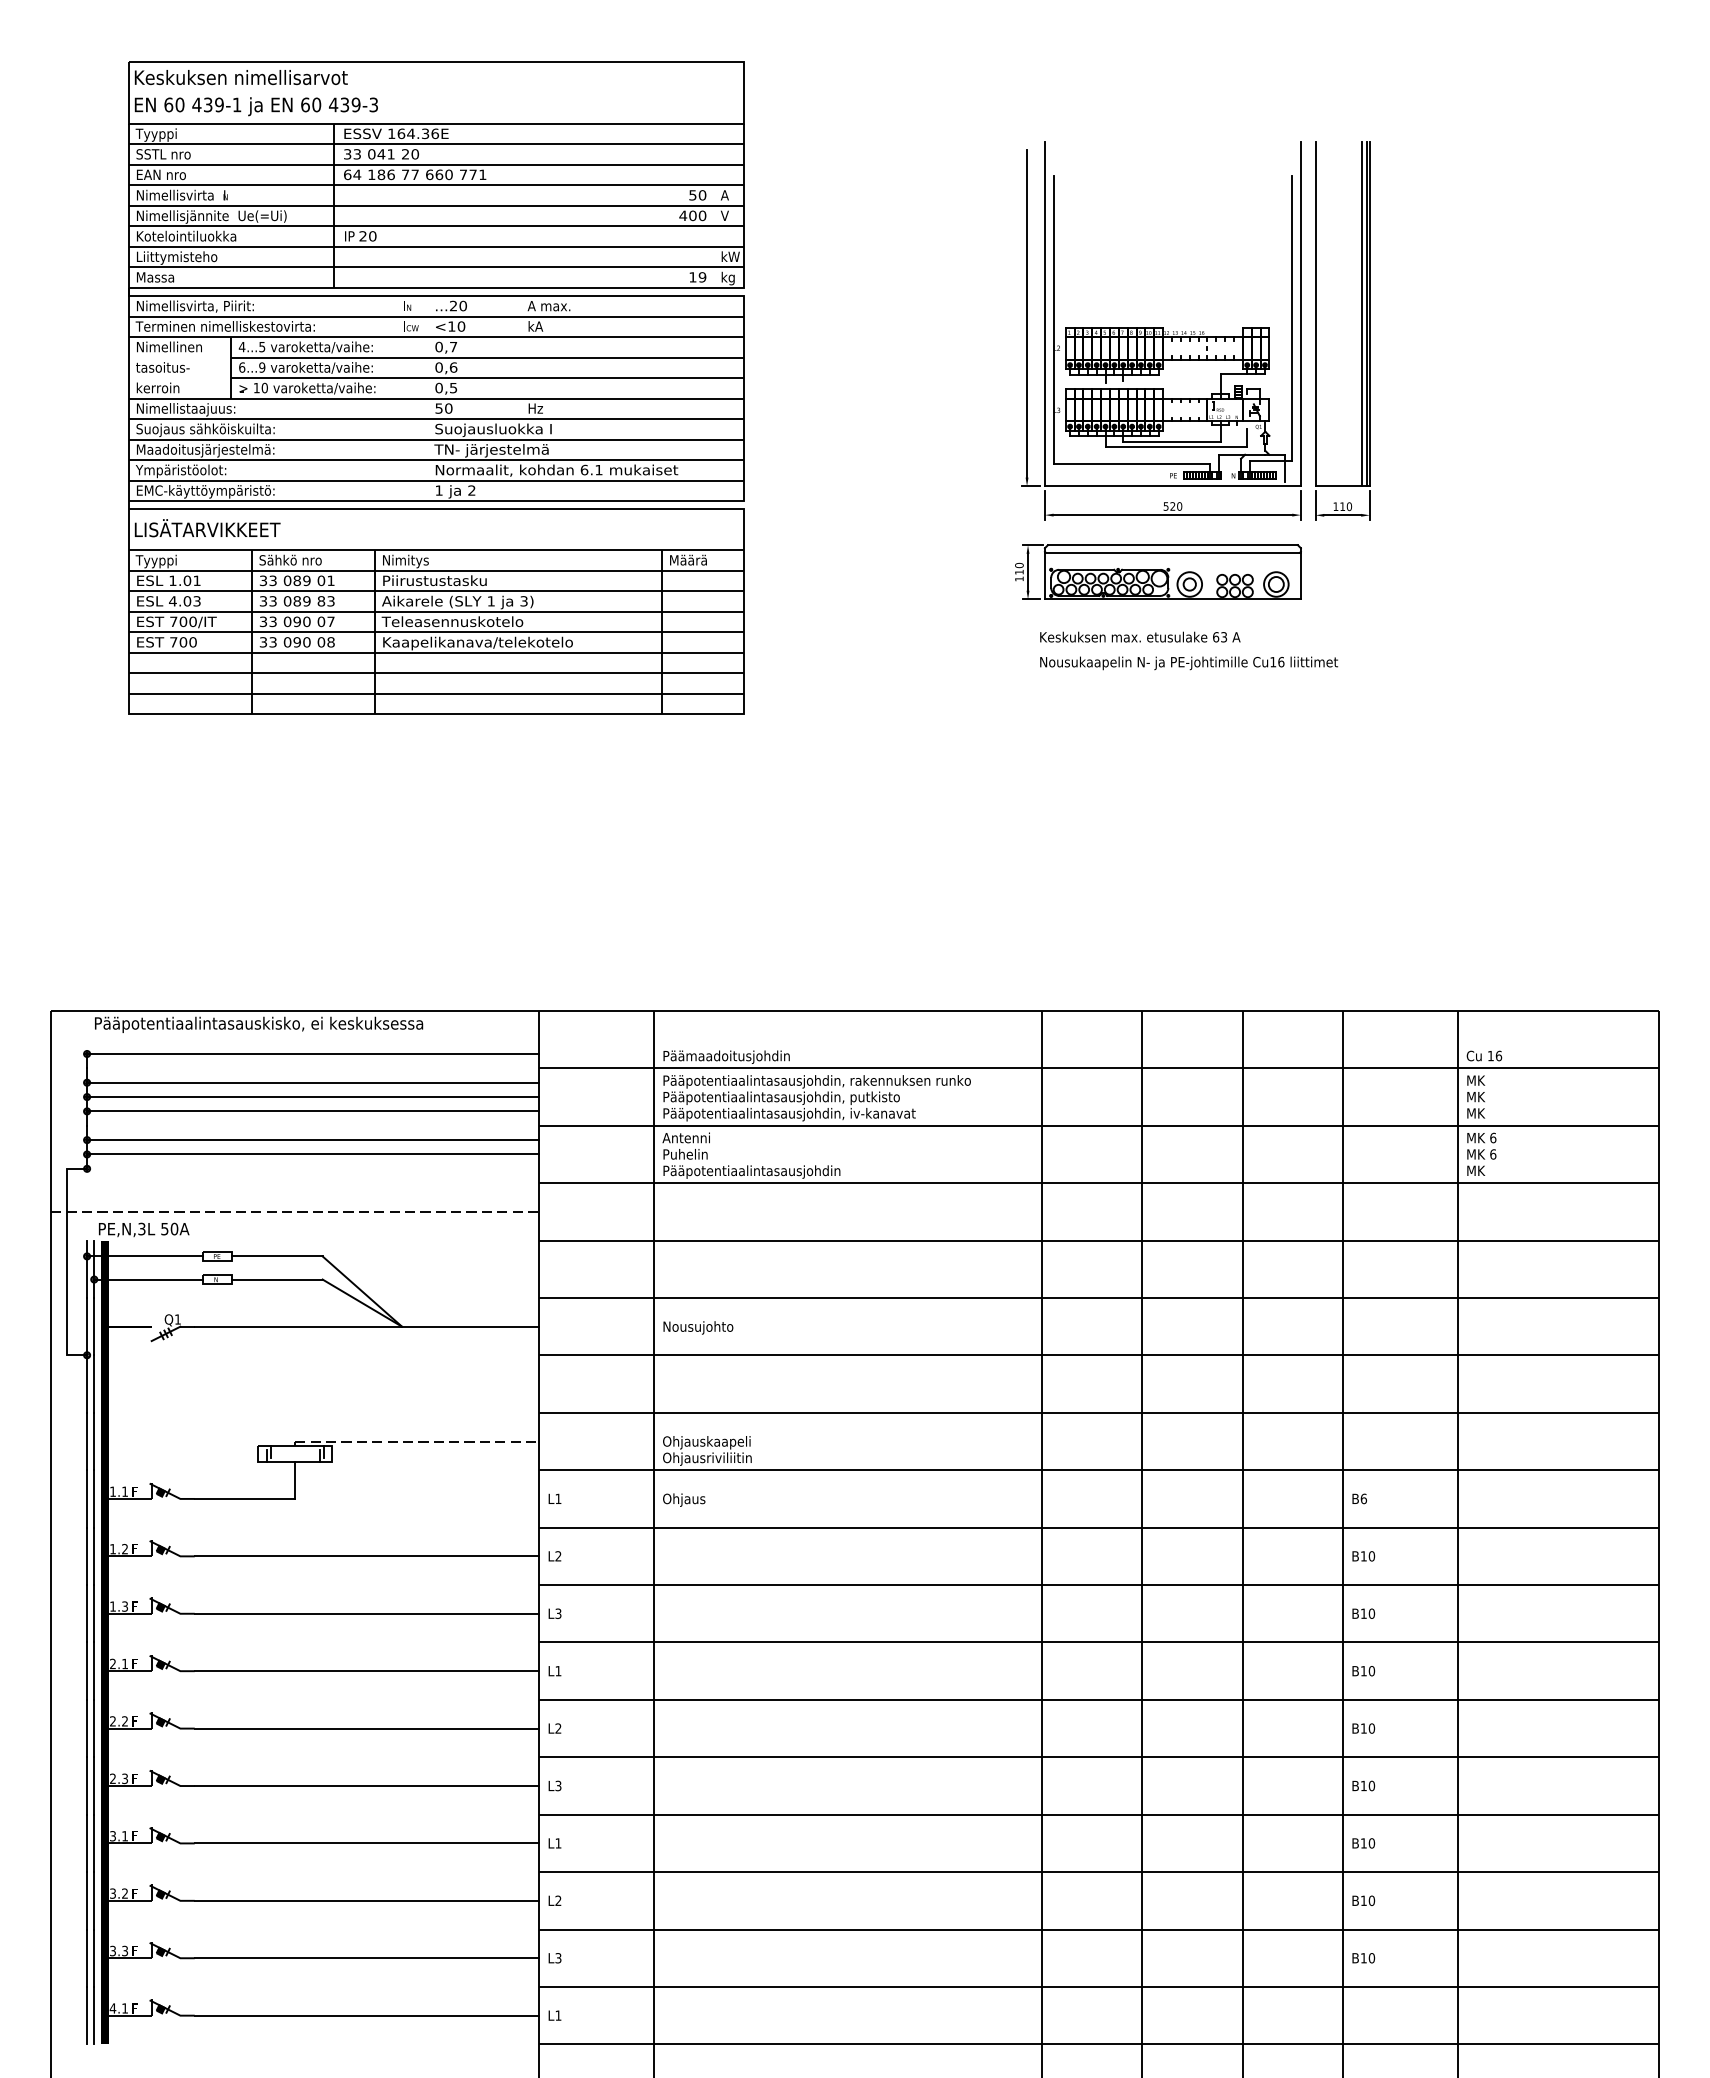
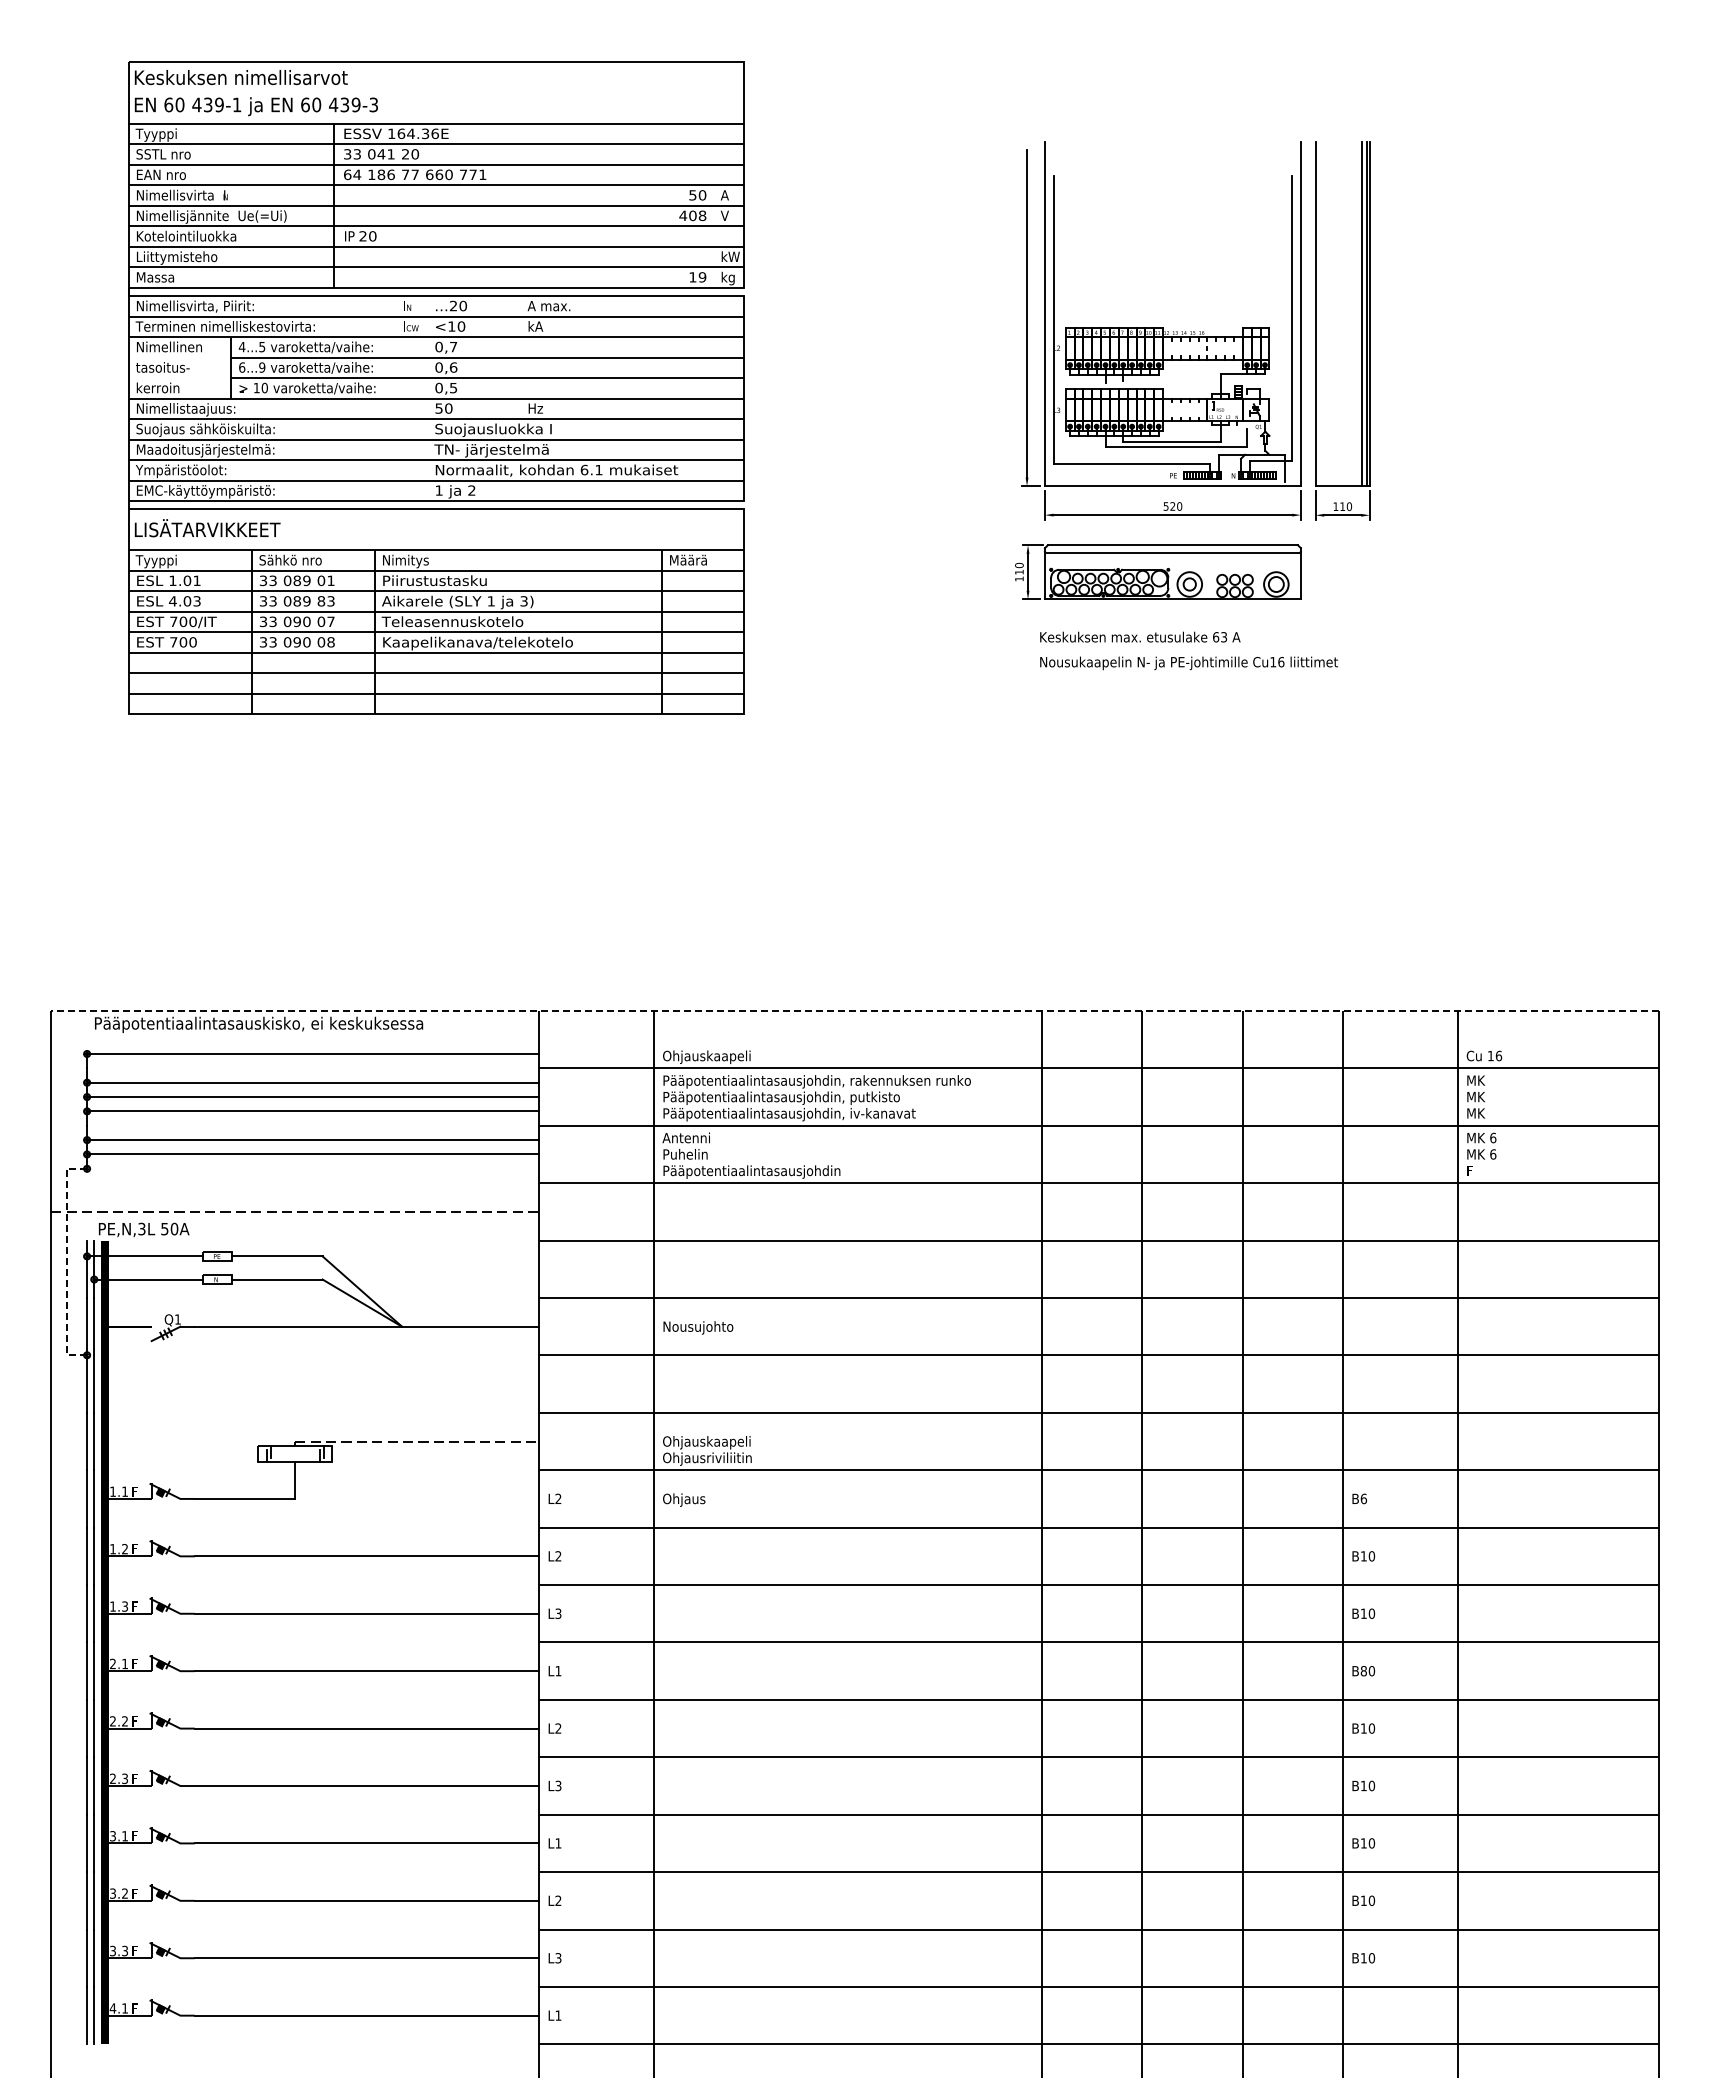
text at (702, 215): 400 -> 408
line at (854, 1010): solid -> dashed
text at (726, 1056): Päämaadoitusjohdin -> Ohjauskaapeli
text at (1476, 1170): MK -> F
line at (66, 1262): solid -> dashed
text at (558, 1498): L1 -> L2
text at (1363, 1671): B10 -> B80
